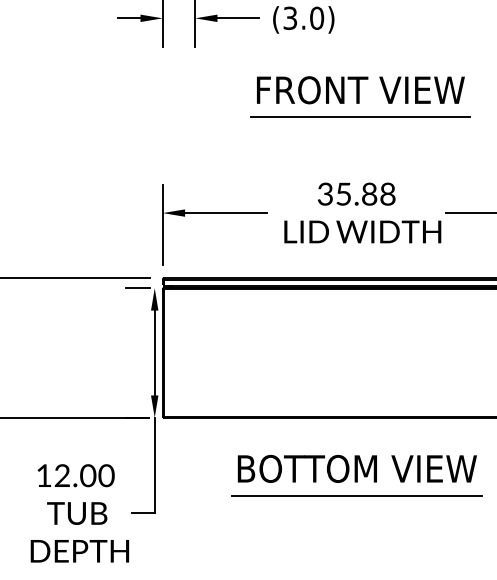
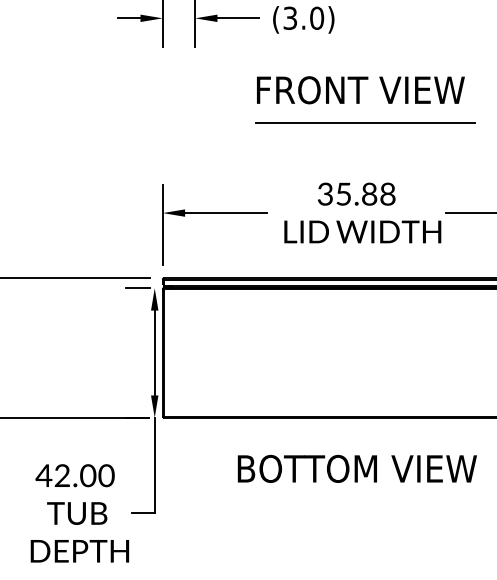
line at (360, 116) position: (360, 116) -> (365, 122)
text at (43, 475): 12.00 -> 42.00
line at (356, 495): present -> none
